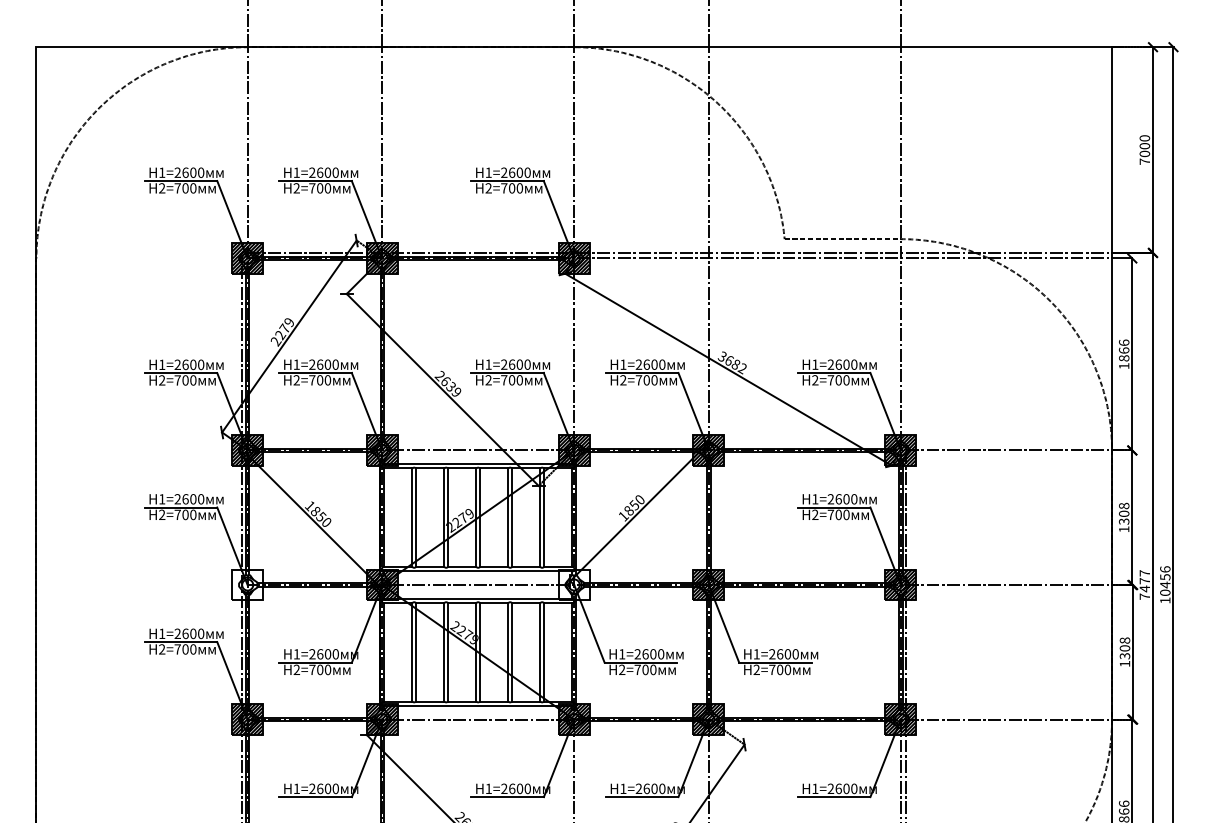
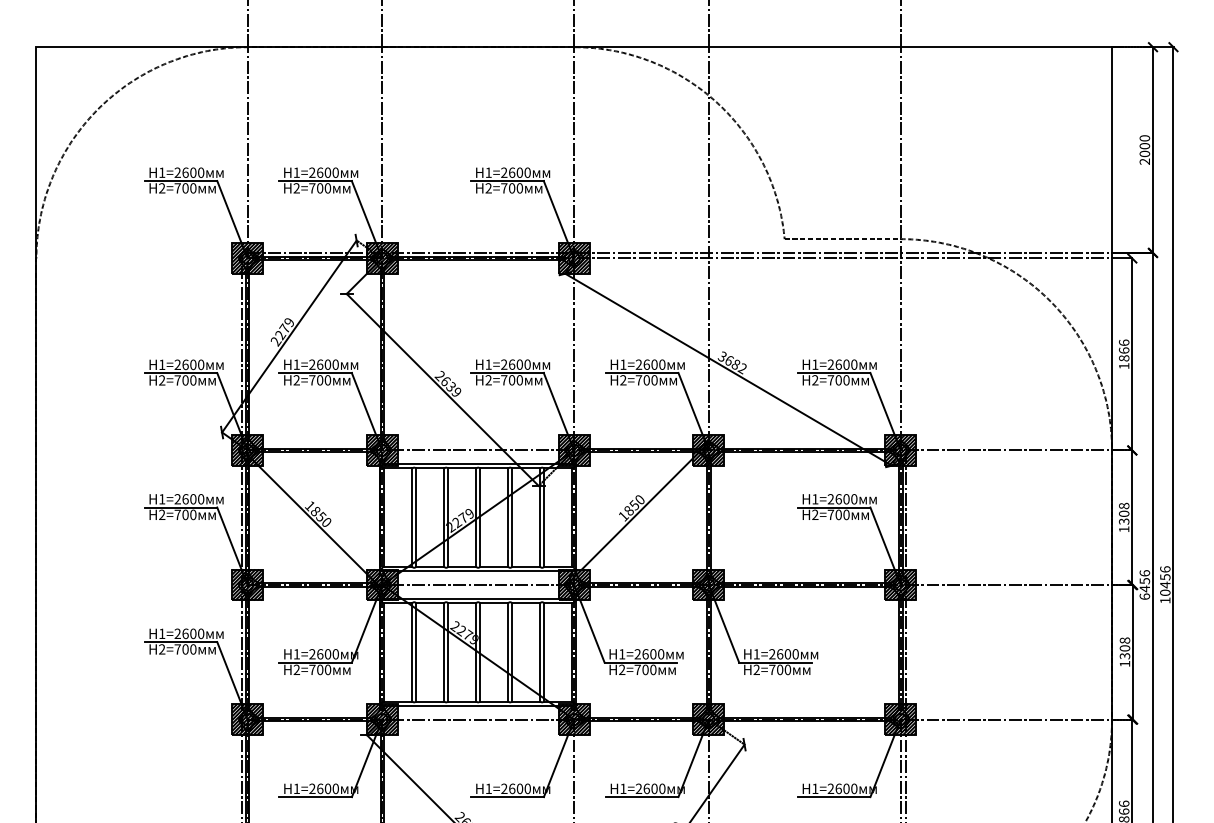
text at (1144, 161): 7000 -> 2000
hatch at (247, 584): none -> present
hatch at (573, 584): none -> present
text at (1144, 584): 7477 -> 6456
